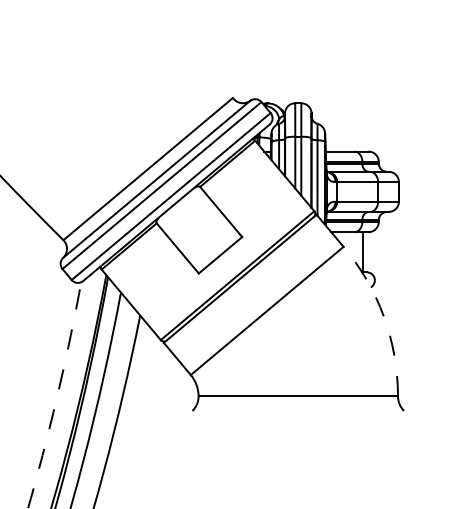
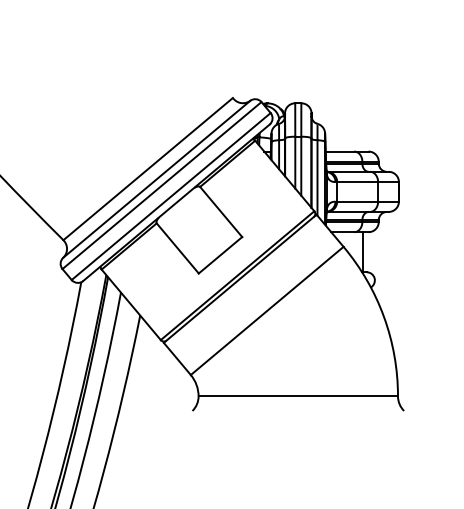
arc at (383, 316): dashed -> solid
arc at (57, 396): dashed -> solid
